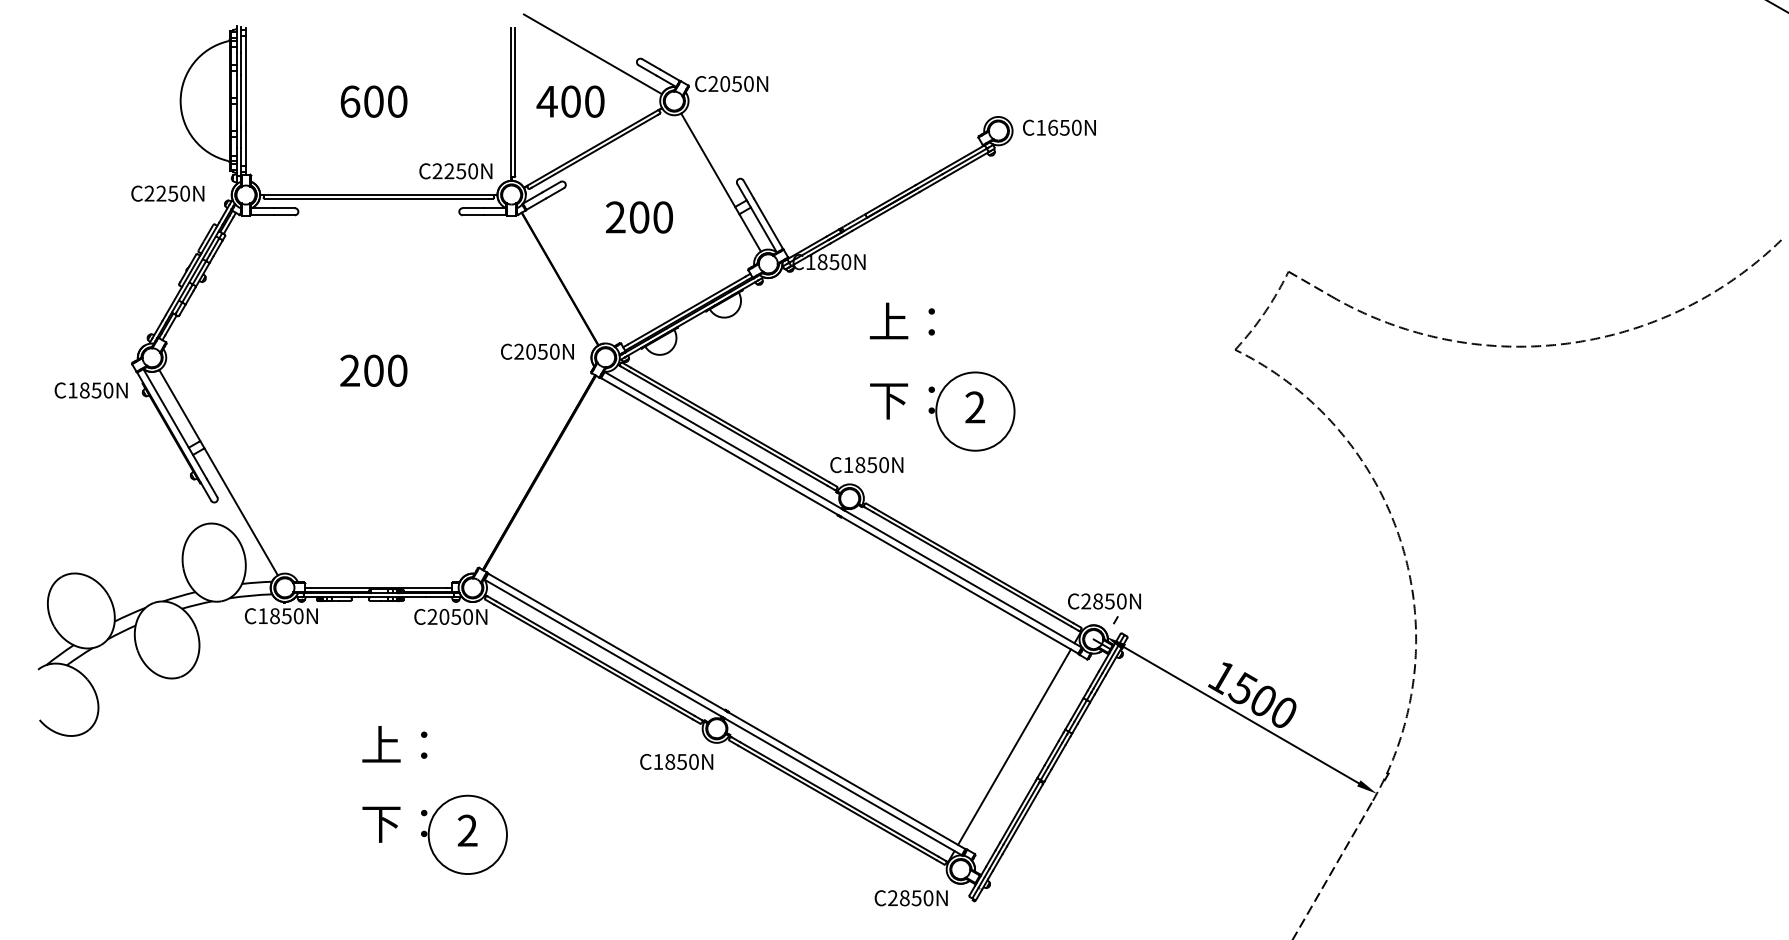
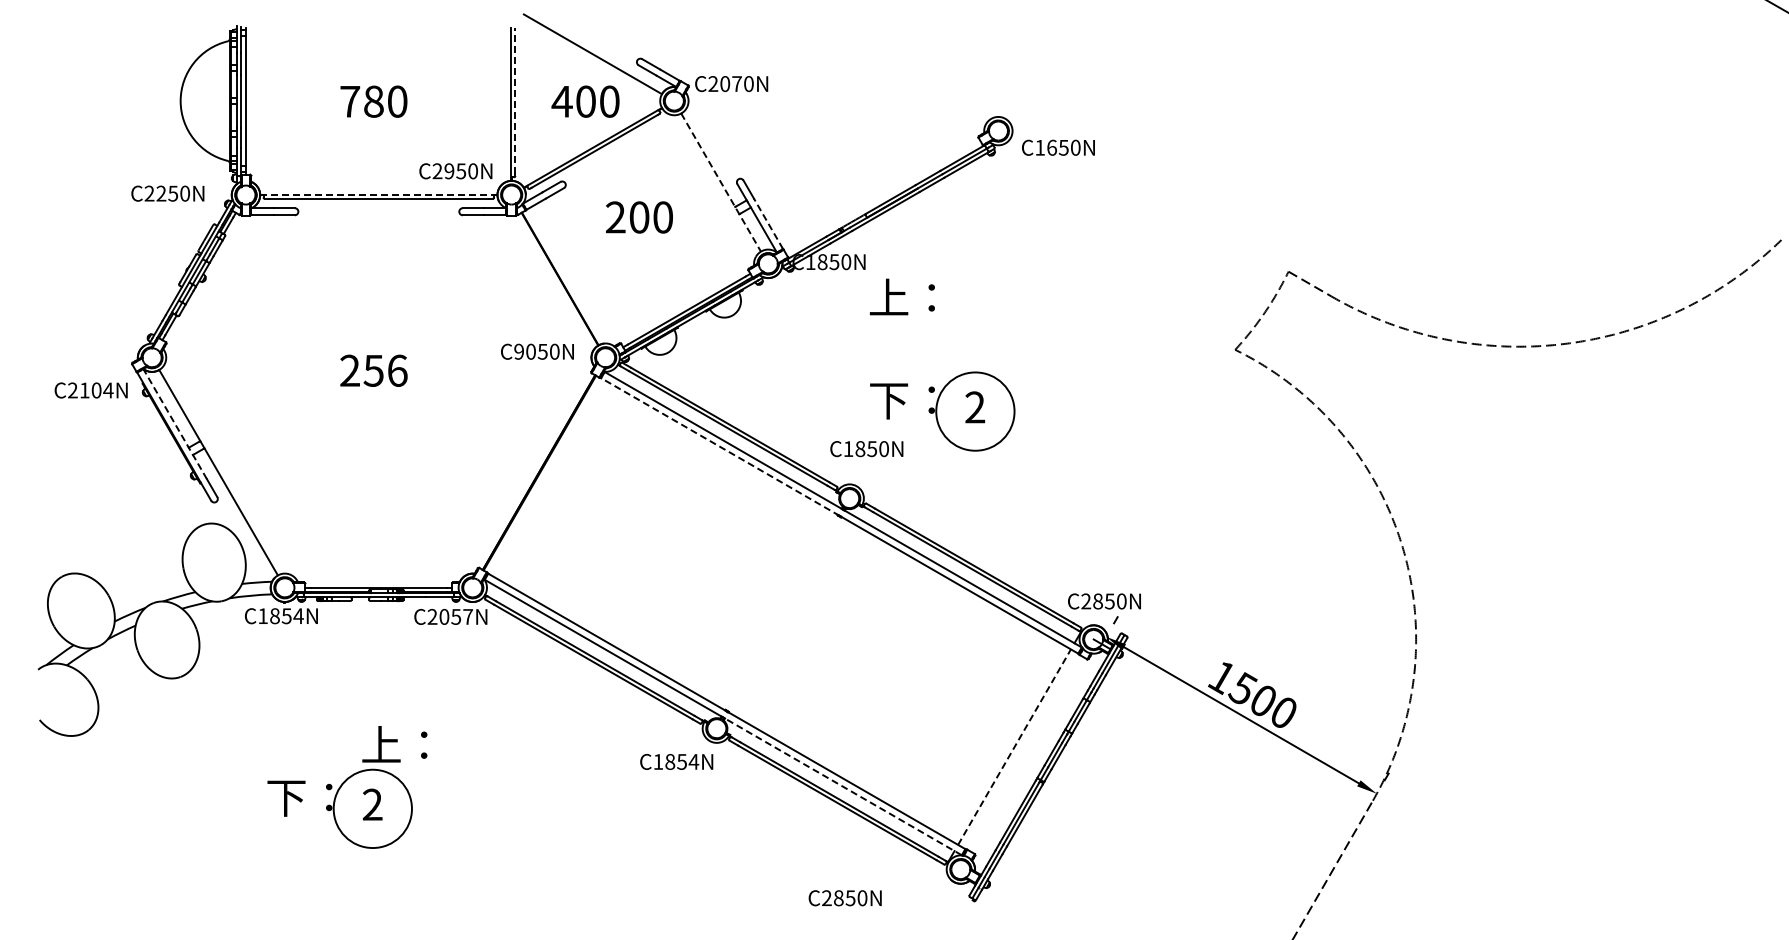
text at (736, 84): C2050N -> C2070N
line at (515, 100): solid -> dashed
text at (361, 101): 600 -> 780
text at (570, 101) position: (570, 101) -> (585, 101)
text at (1059, 127) position: (1059, 127) -> (1058, 147)
text at (449, 171): C2250N -> C2950N
line at (721, 182): solid -> dashed
line at (378, 194): solid -> dashed
line at (768, 223): solid -> dashed
text at (902, 320) position: (902, 320) -> (902, 296)
text at (519, 351): C2050N -> C9050N
text at (385, 370): 200 -> 256
text at (90, 390): C1850N -> C2104N
line at (175, 424): solid -> dashed
line at (720, 447): solid -> dashed
text at (866, 465) position: (866, 465) -> (866, 449)
text at (298, 616): C1850N -> C1854N
text at (467, 616): C2050N -> C2057N
line at (1014, 747): solid -> dashed
text at (693, 761): C1850N -> C1854N
line at (842, 786): solid -> dashed
part at (434, 834) position: (434, 834) -> (339, 808)
text at (910, 898) position: (910, 898) -> (844, 898)
